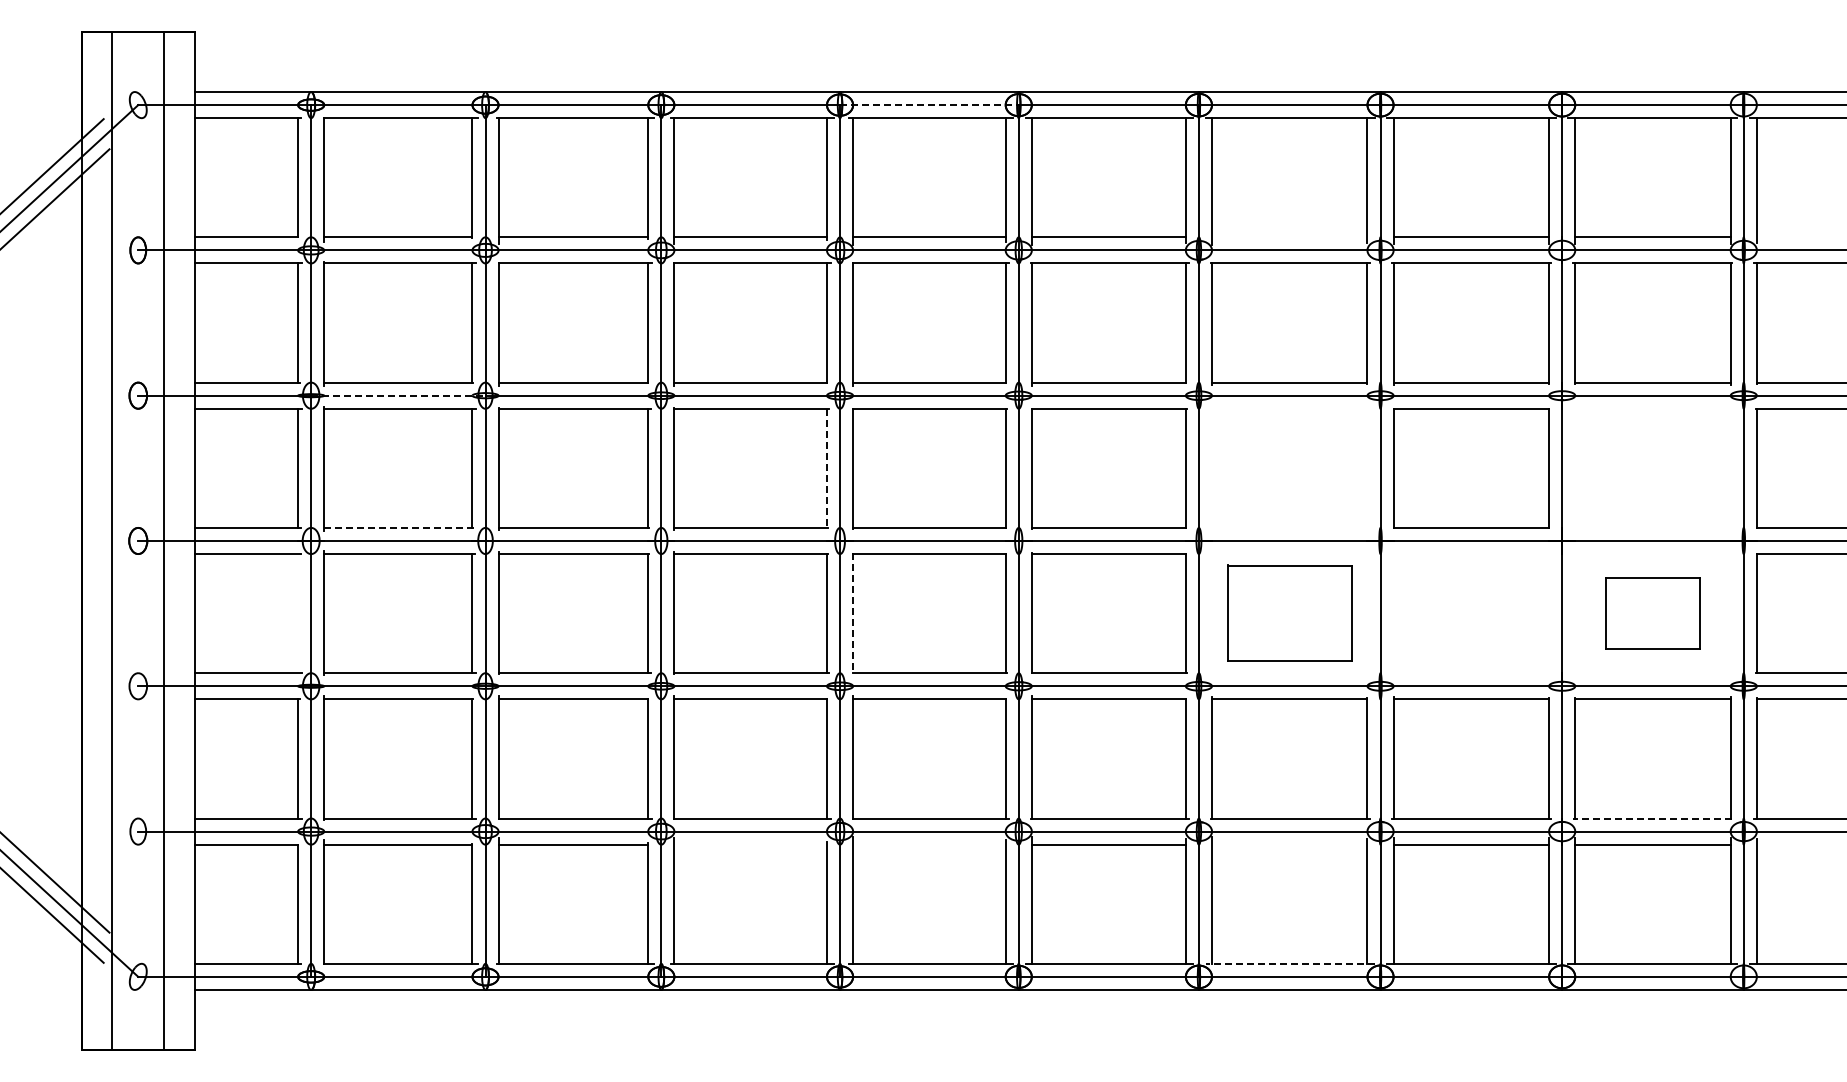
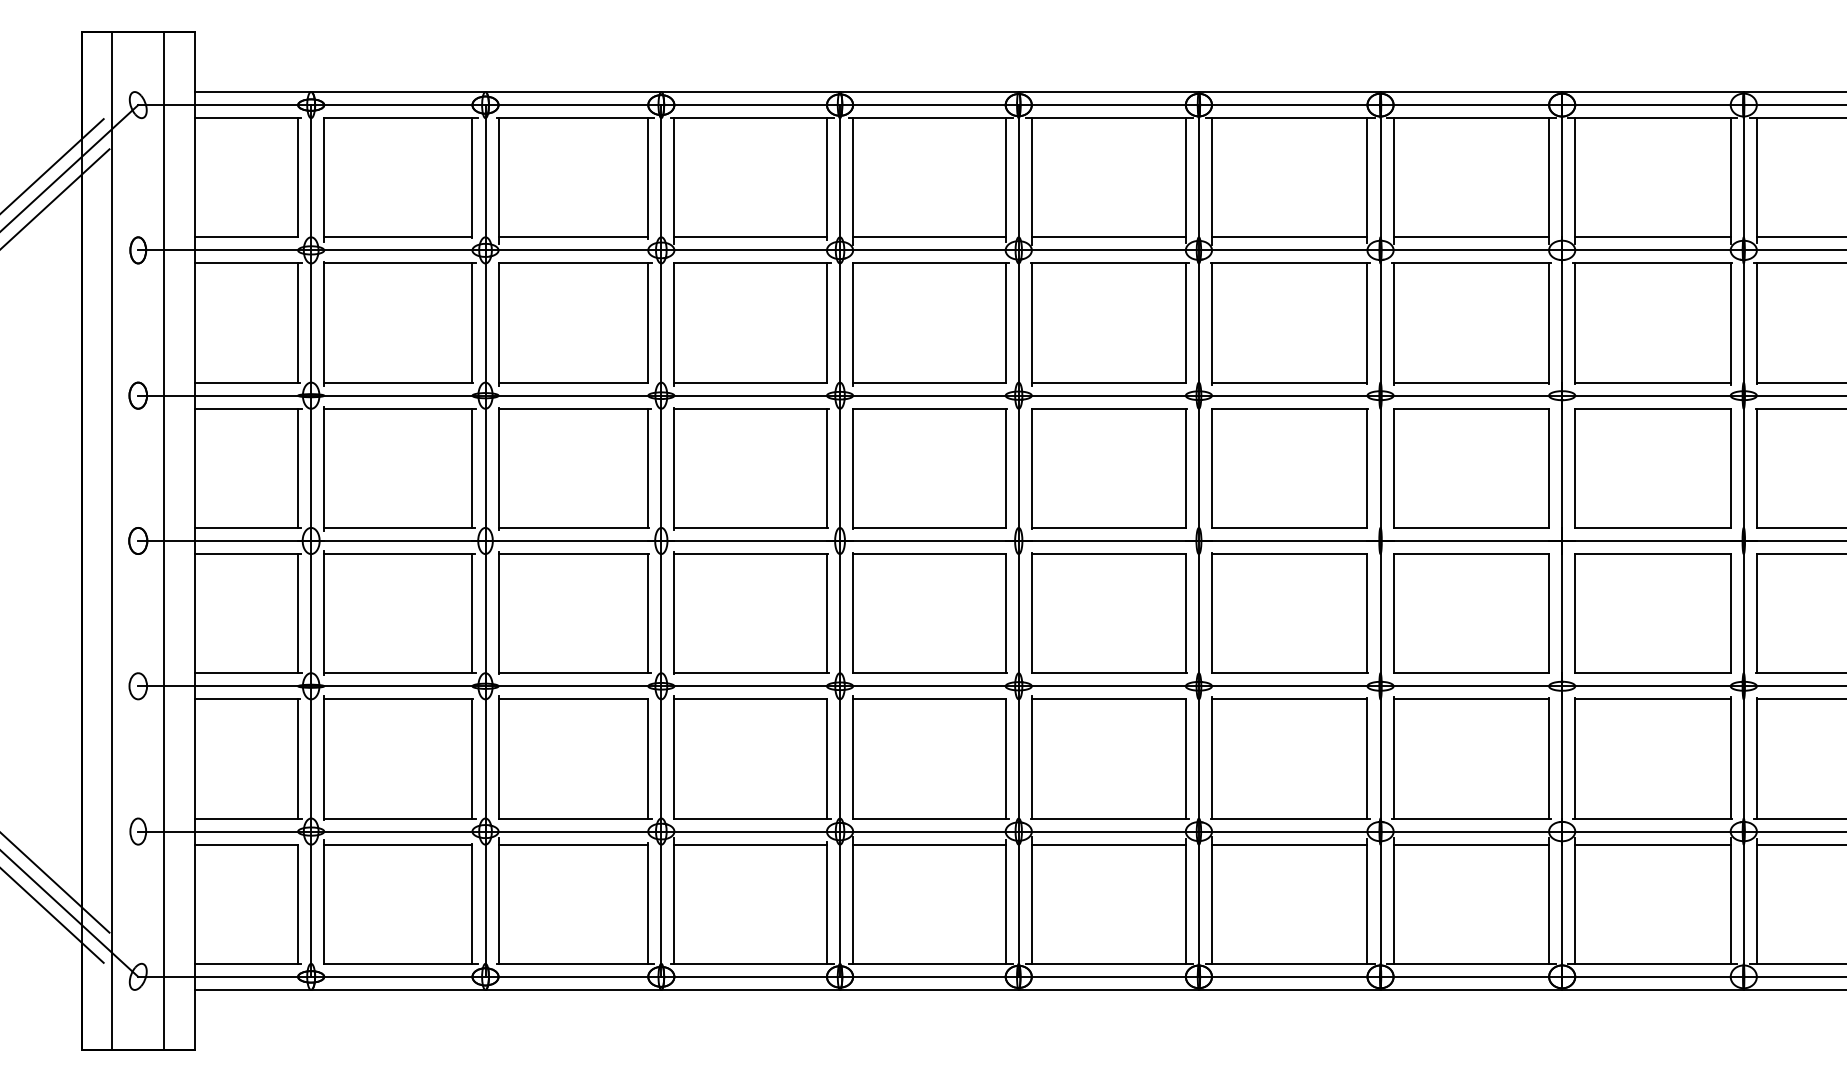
line at (929, 105): dashed -> solid
line at (1289, 237): none -> present
line at (1799, 237): none -> present
line at (398, 395): dashed -> solid
line at (826, 468): dashed -> solid
part at (1289, 468): none -> present
part at (1652, 468): none -> present
line at (399, 527): dashed -> solid
part at (1289, 612) size: 126x98 px -> 158x122 px
line at (298, 613): none -> present
line at (853, 613): dashed -> solid
part at (1471, 613): none -> present
part at (1652, 613) size: 96x73 px -> 158x121 px
line at (1652, 818): dashed -> solid
line at (750, 844): none -> present
line at (929, 844): none -> present
line at (1289, 844): none -> present
line at (1799, 844): none -> present
line at (1289, 963): dashed -> solid
